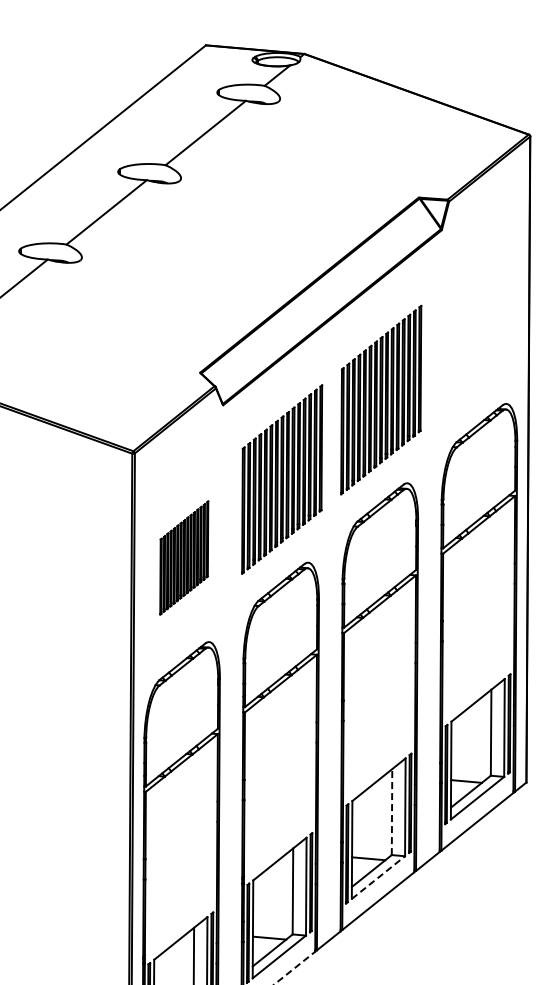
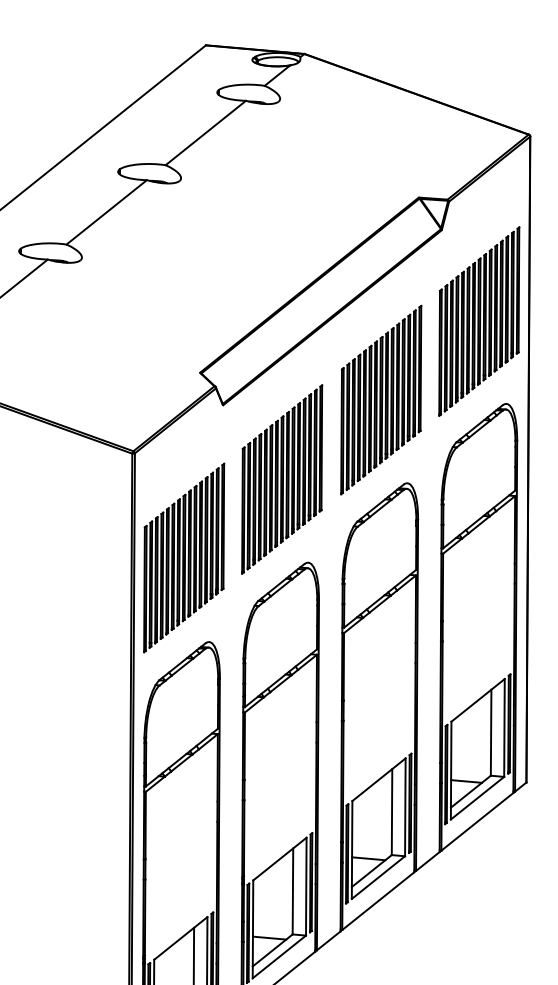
part at (479, 321): none -> present
part at (184, 557) size: 51x116 px -> 83x192 px
line at (392, 812): dashed -> solid
line at (378, 877): dashed -> solid
line at (295, 967): dashed -> solid
